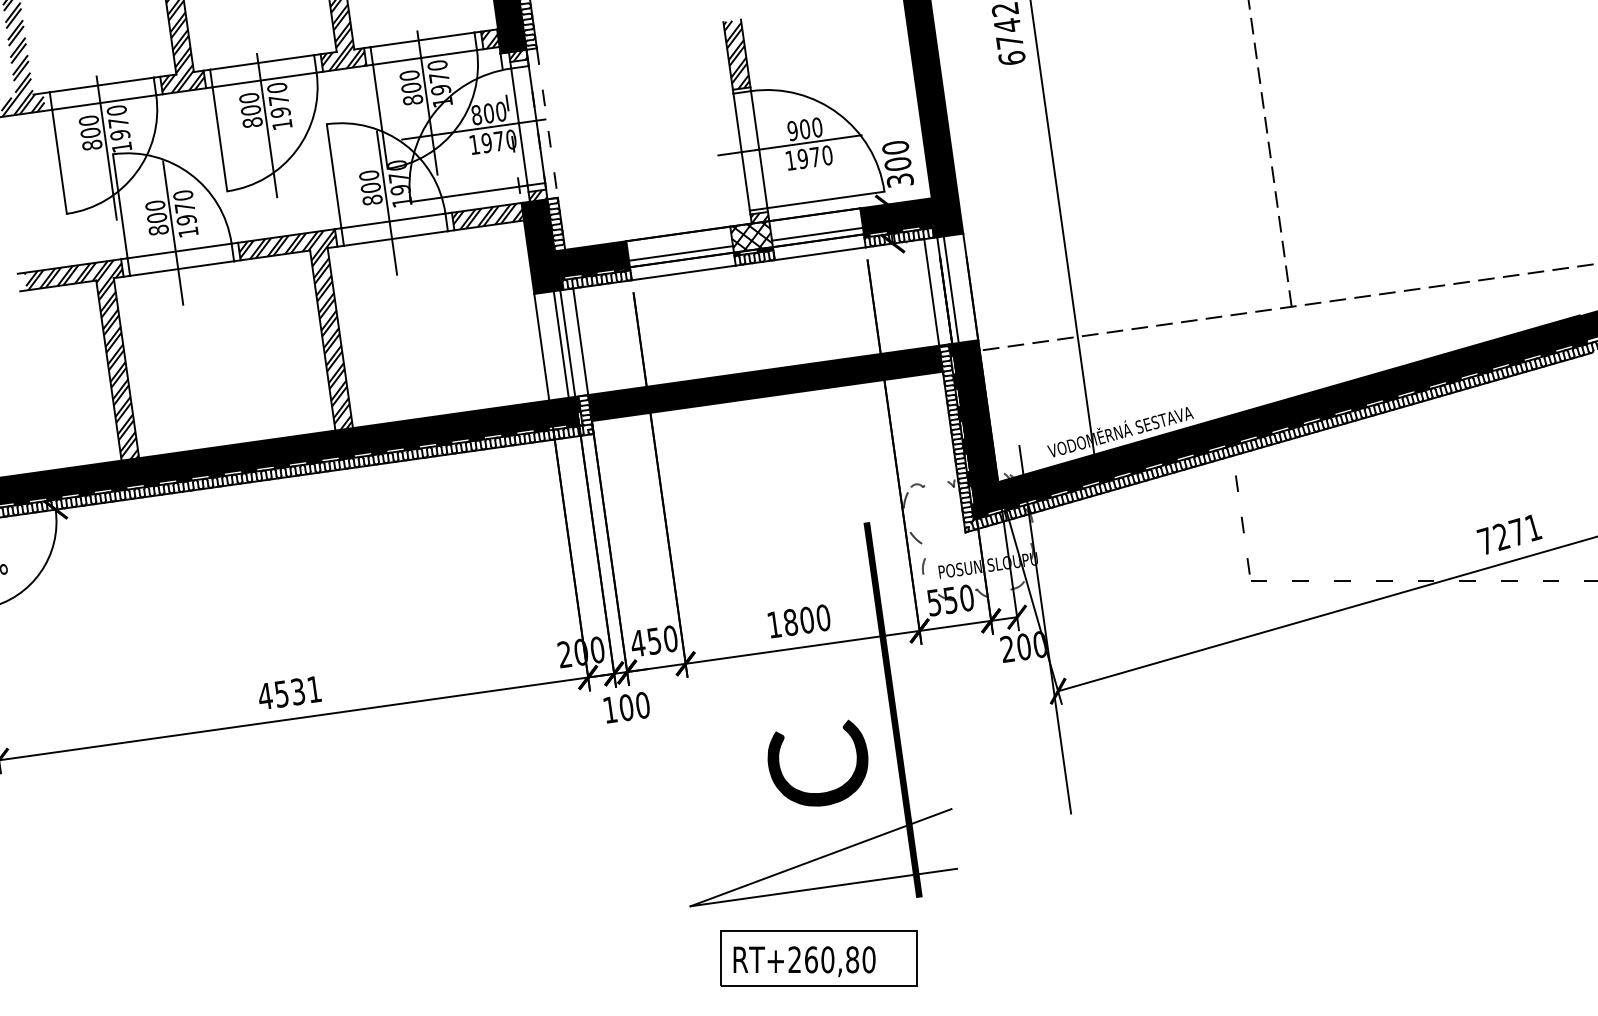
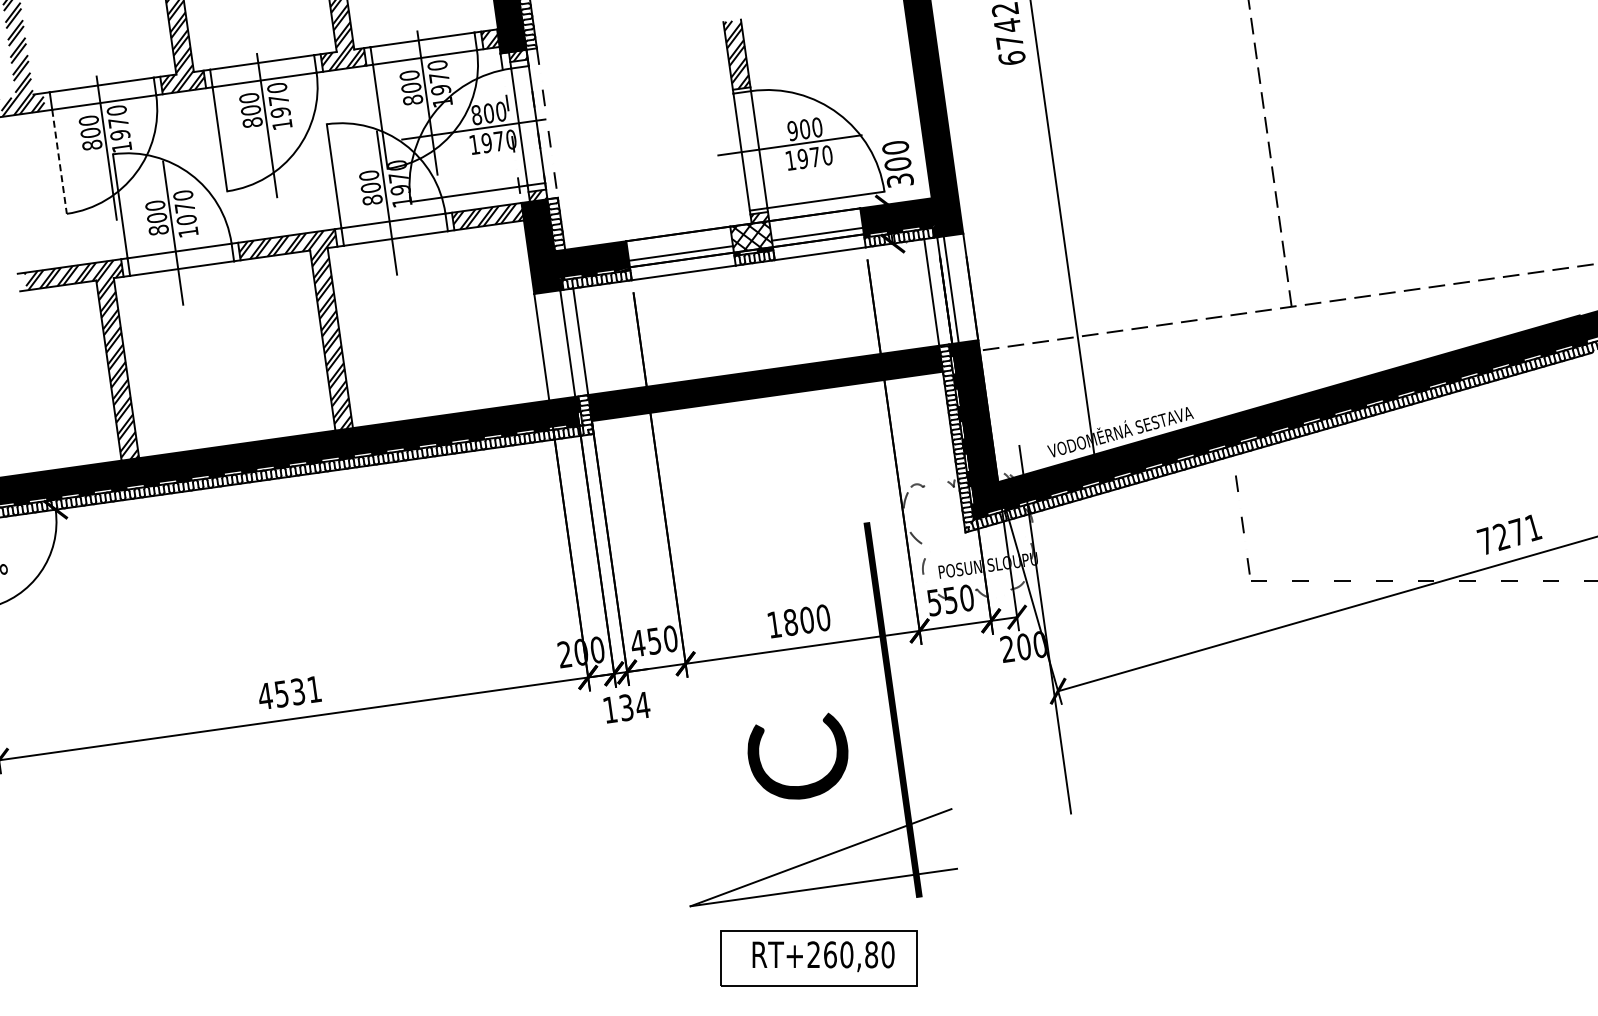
line at (59, 161): solid -> dashed
text at (186, 220): 1970 -> 1070
line at (560, 344): present -> none
text at (634, 706): 100 -> 134
text at (817, 762) position: (817, 762) -> (797, 755)
text at (804, 961) position: (804, 961) -> (823, 956)
